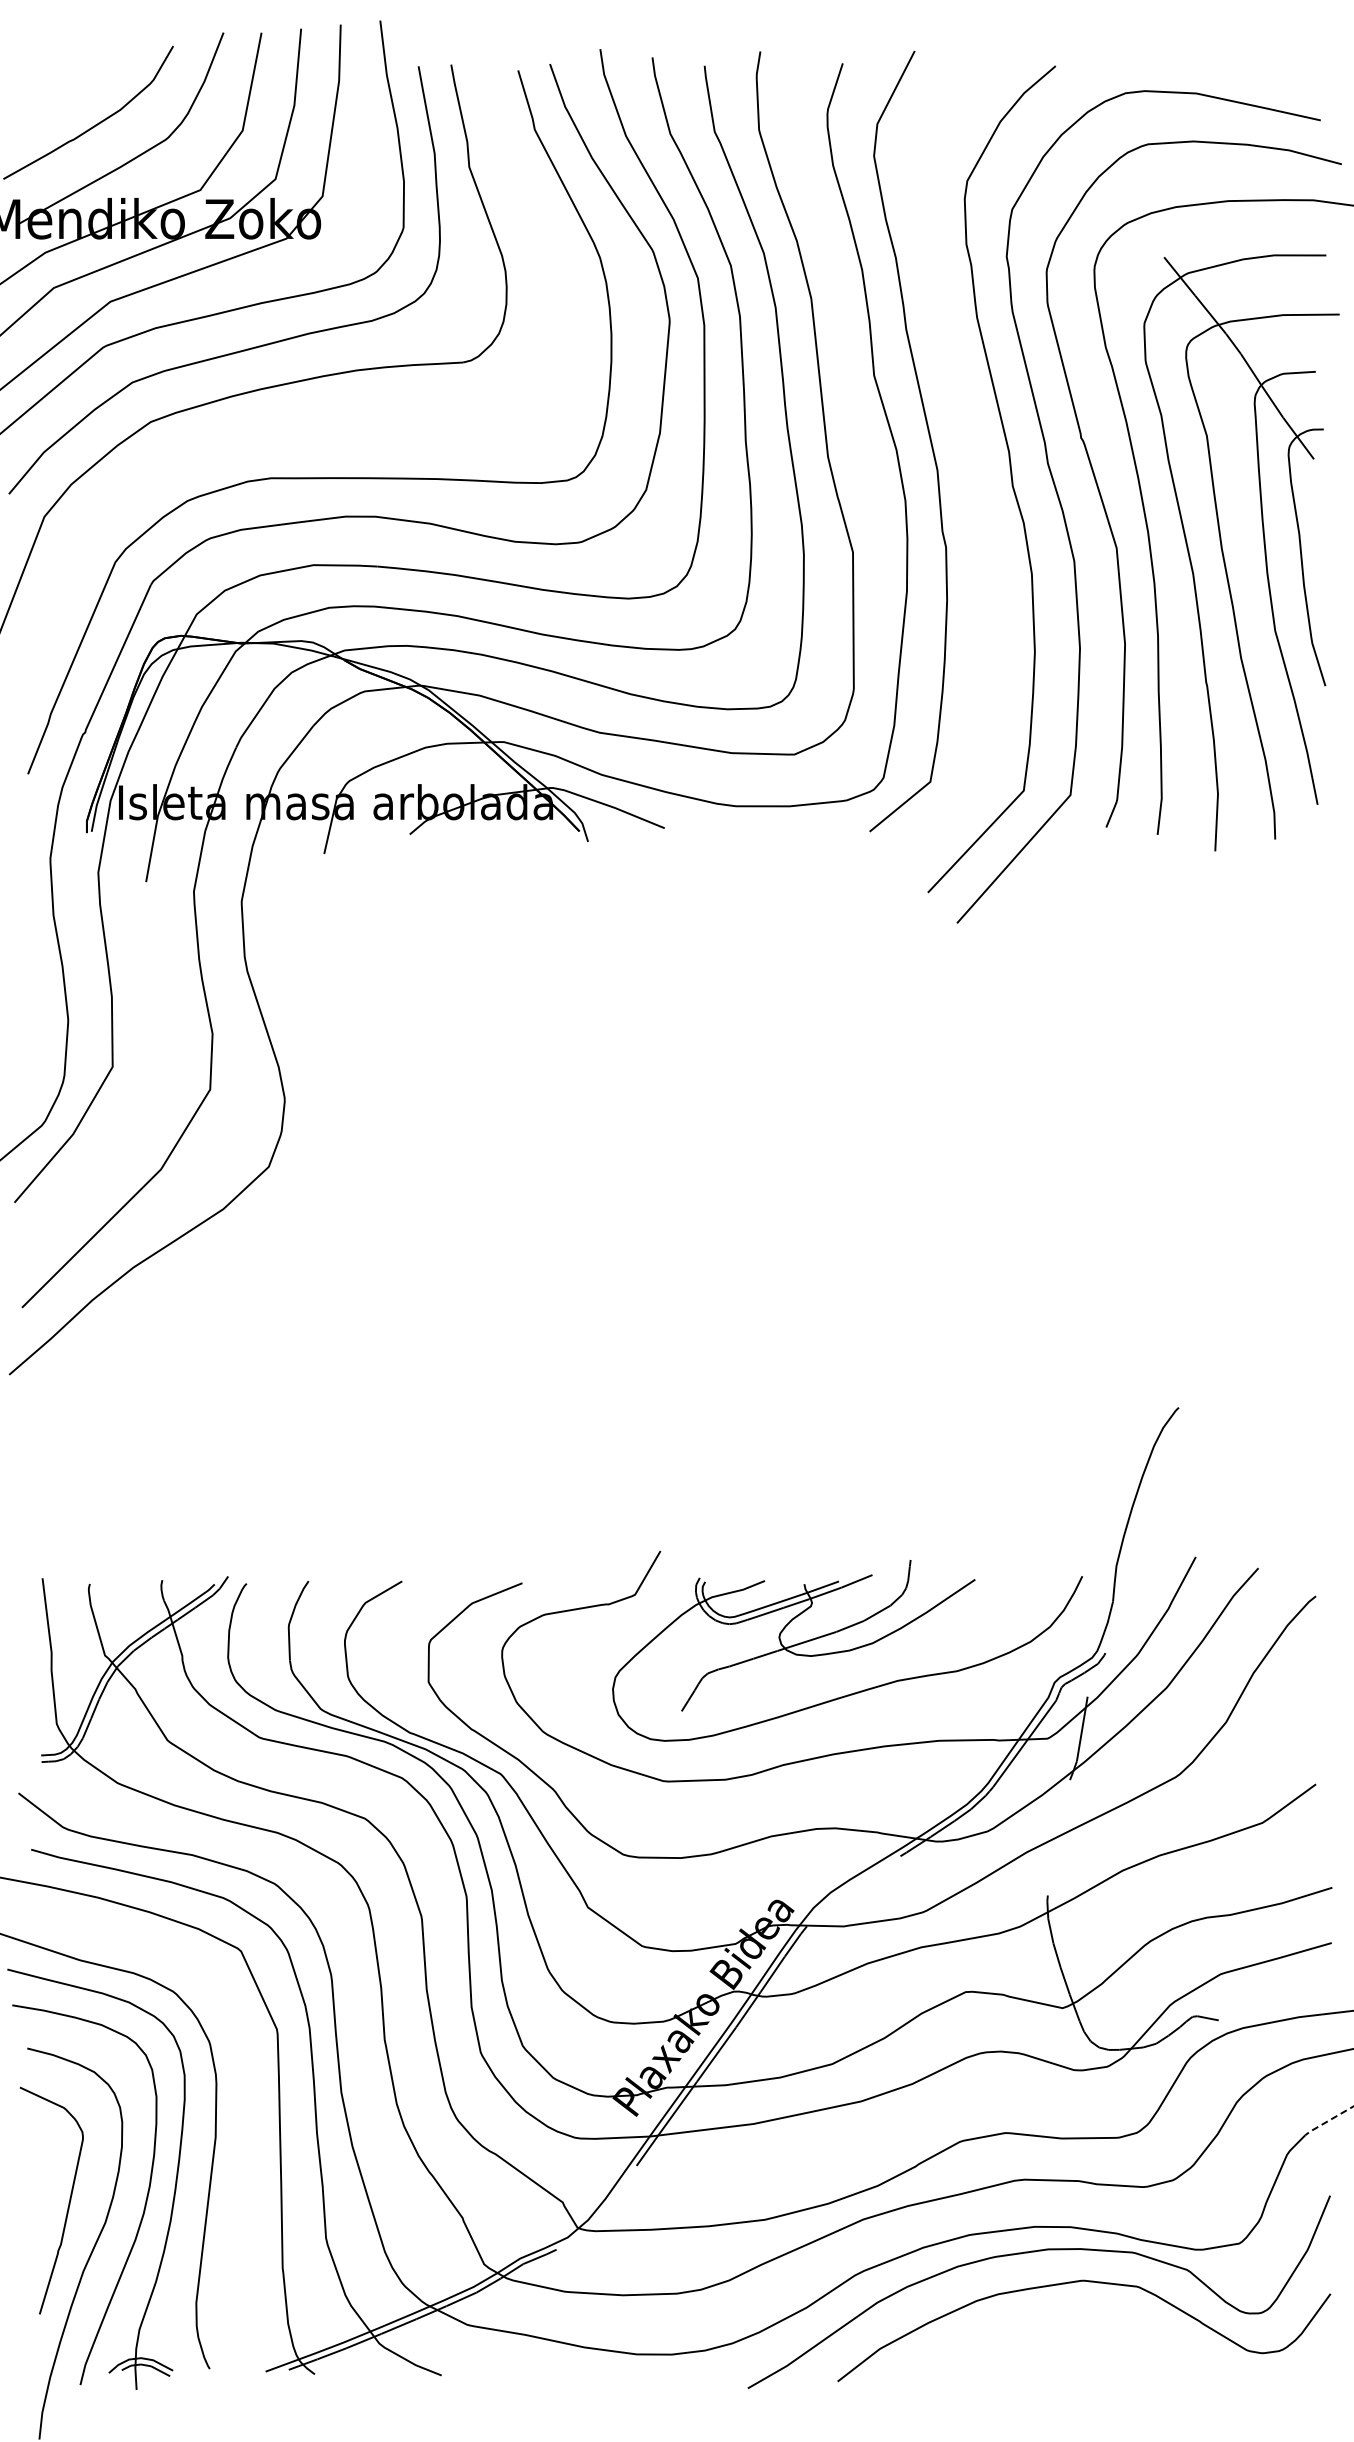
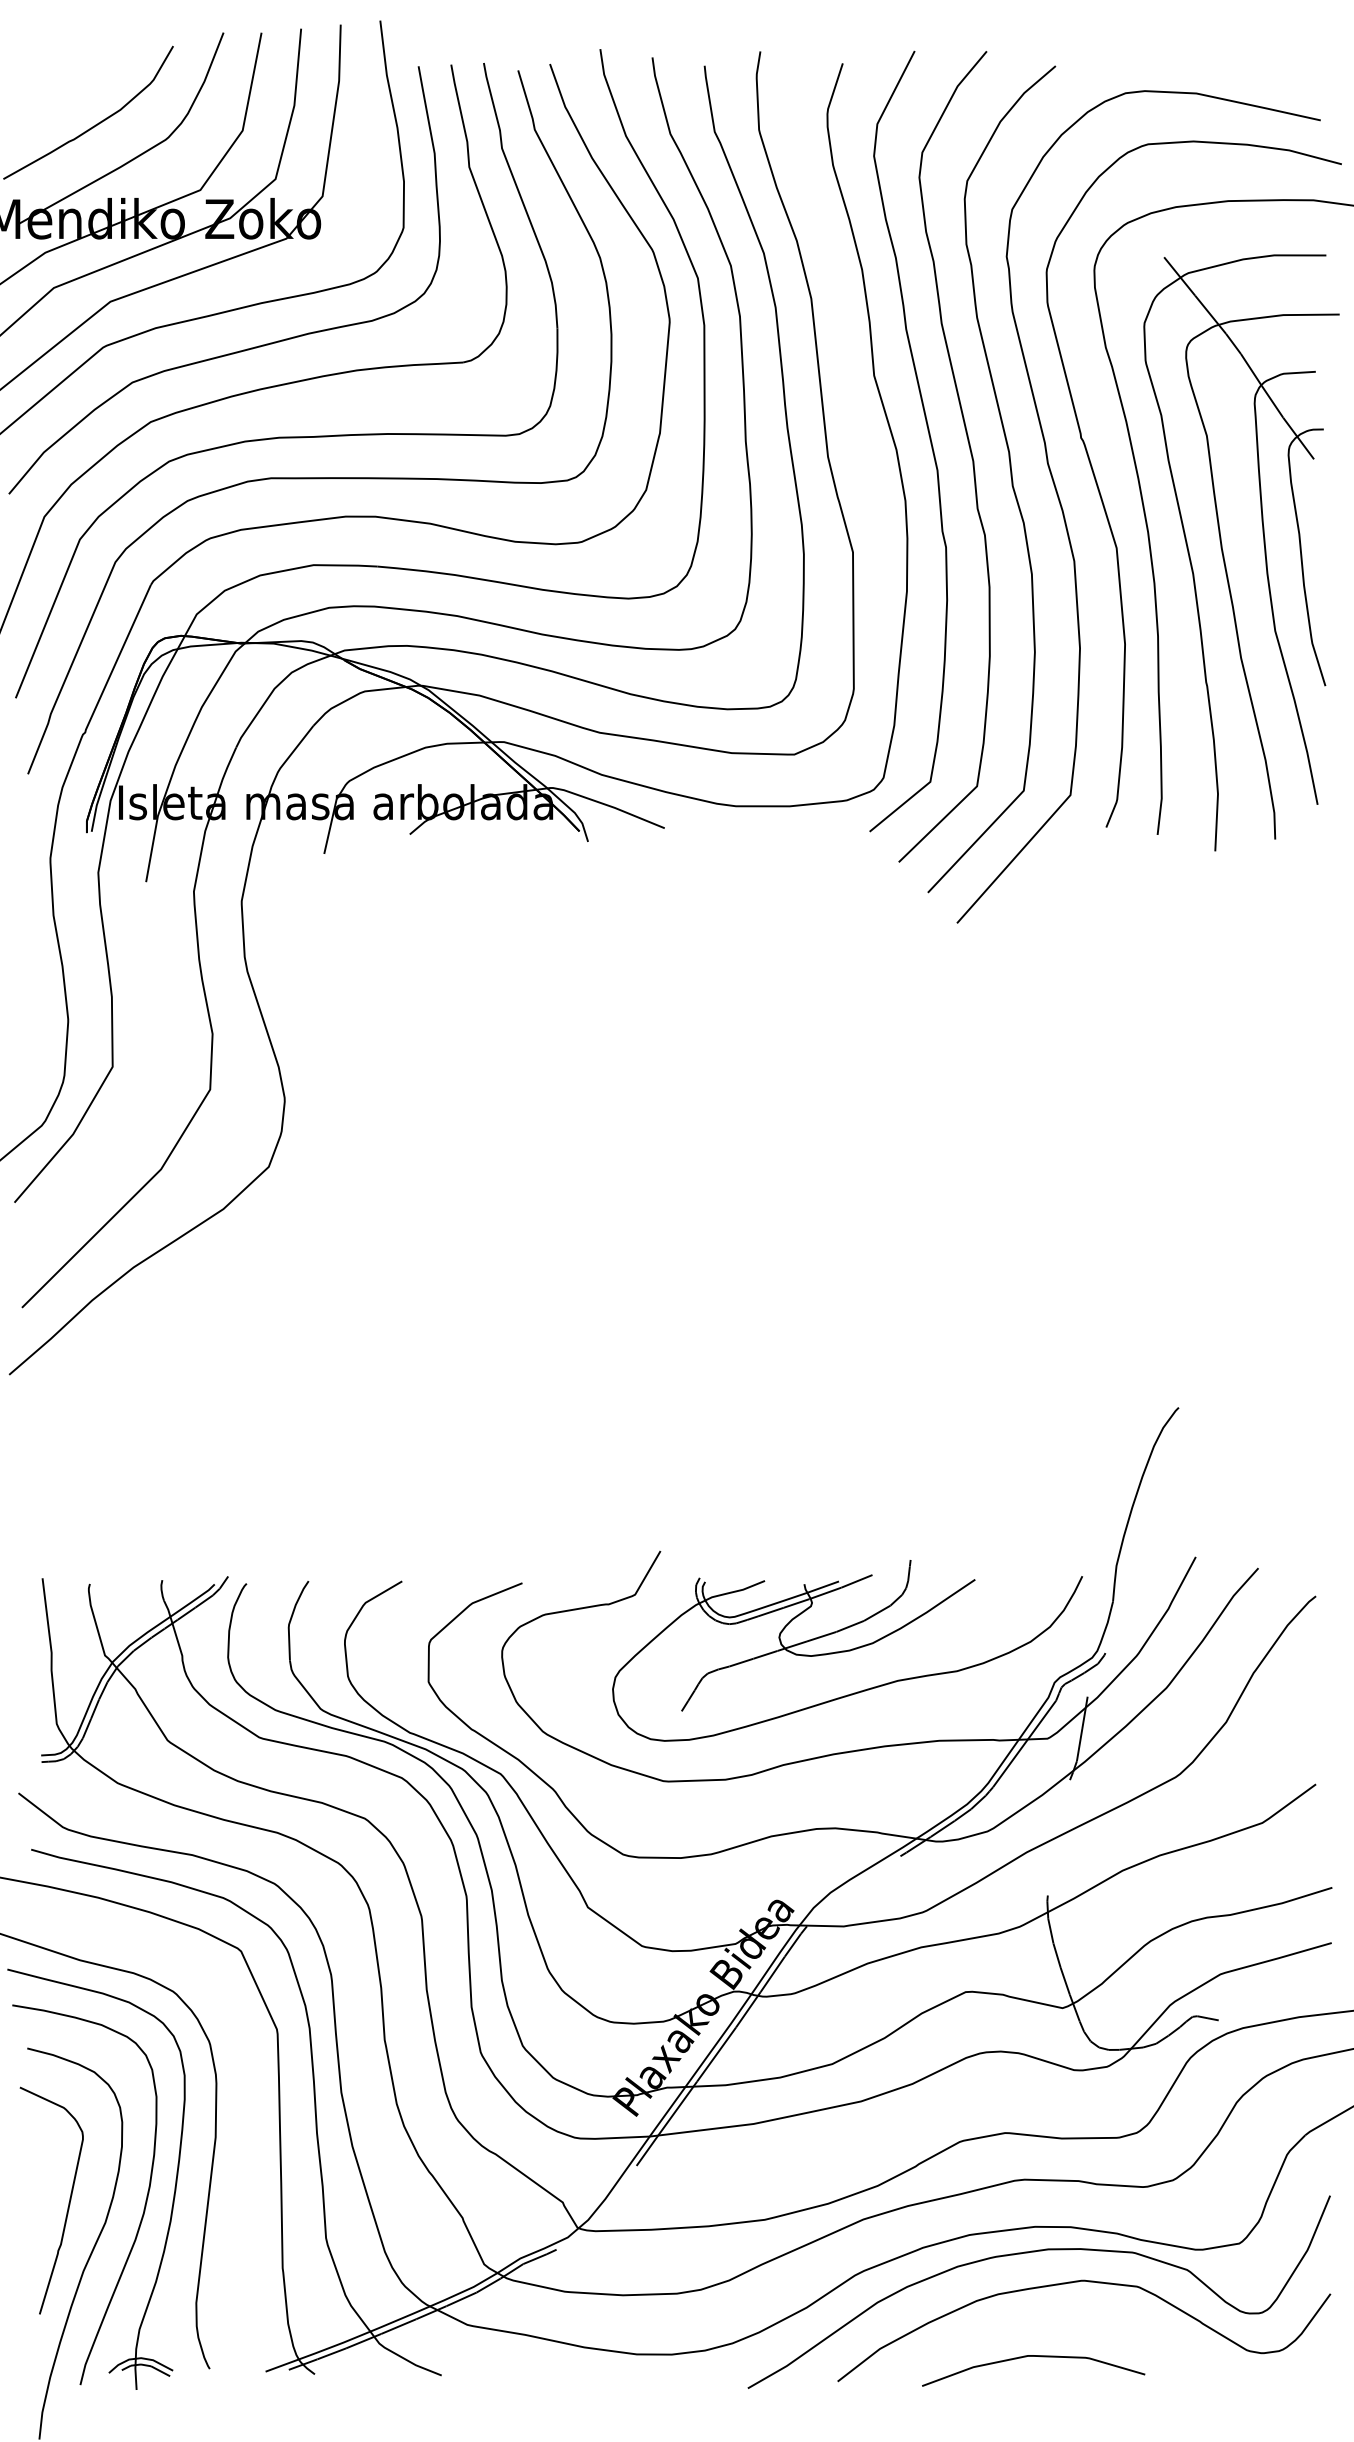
part at (286, 436): none -> present
curve at (969, 450): none -> present
line at (1328, 2120): dashed -> solid
curve at (1033, 2356): none -> present
